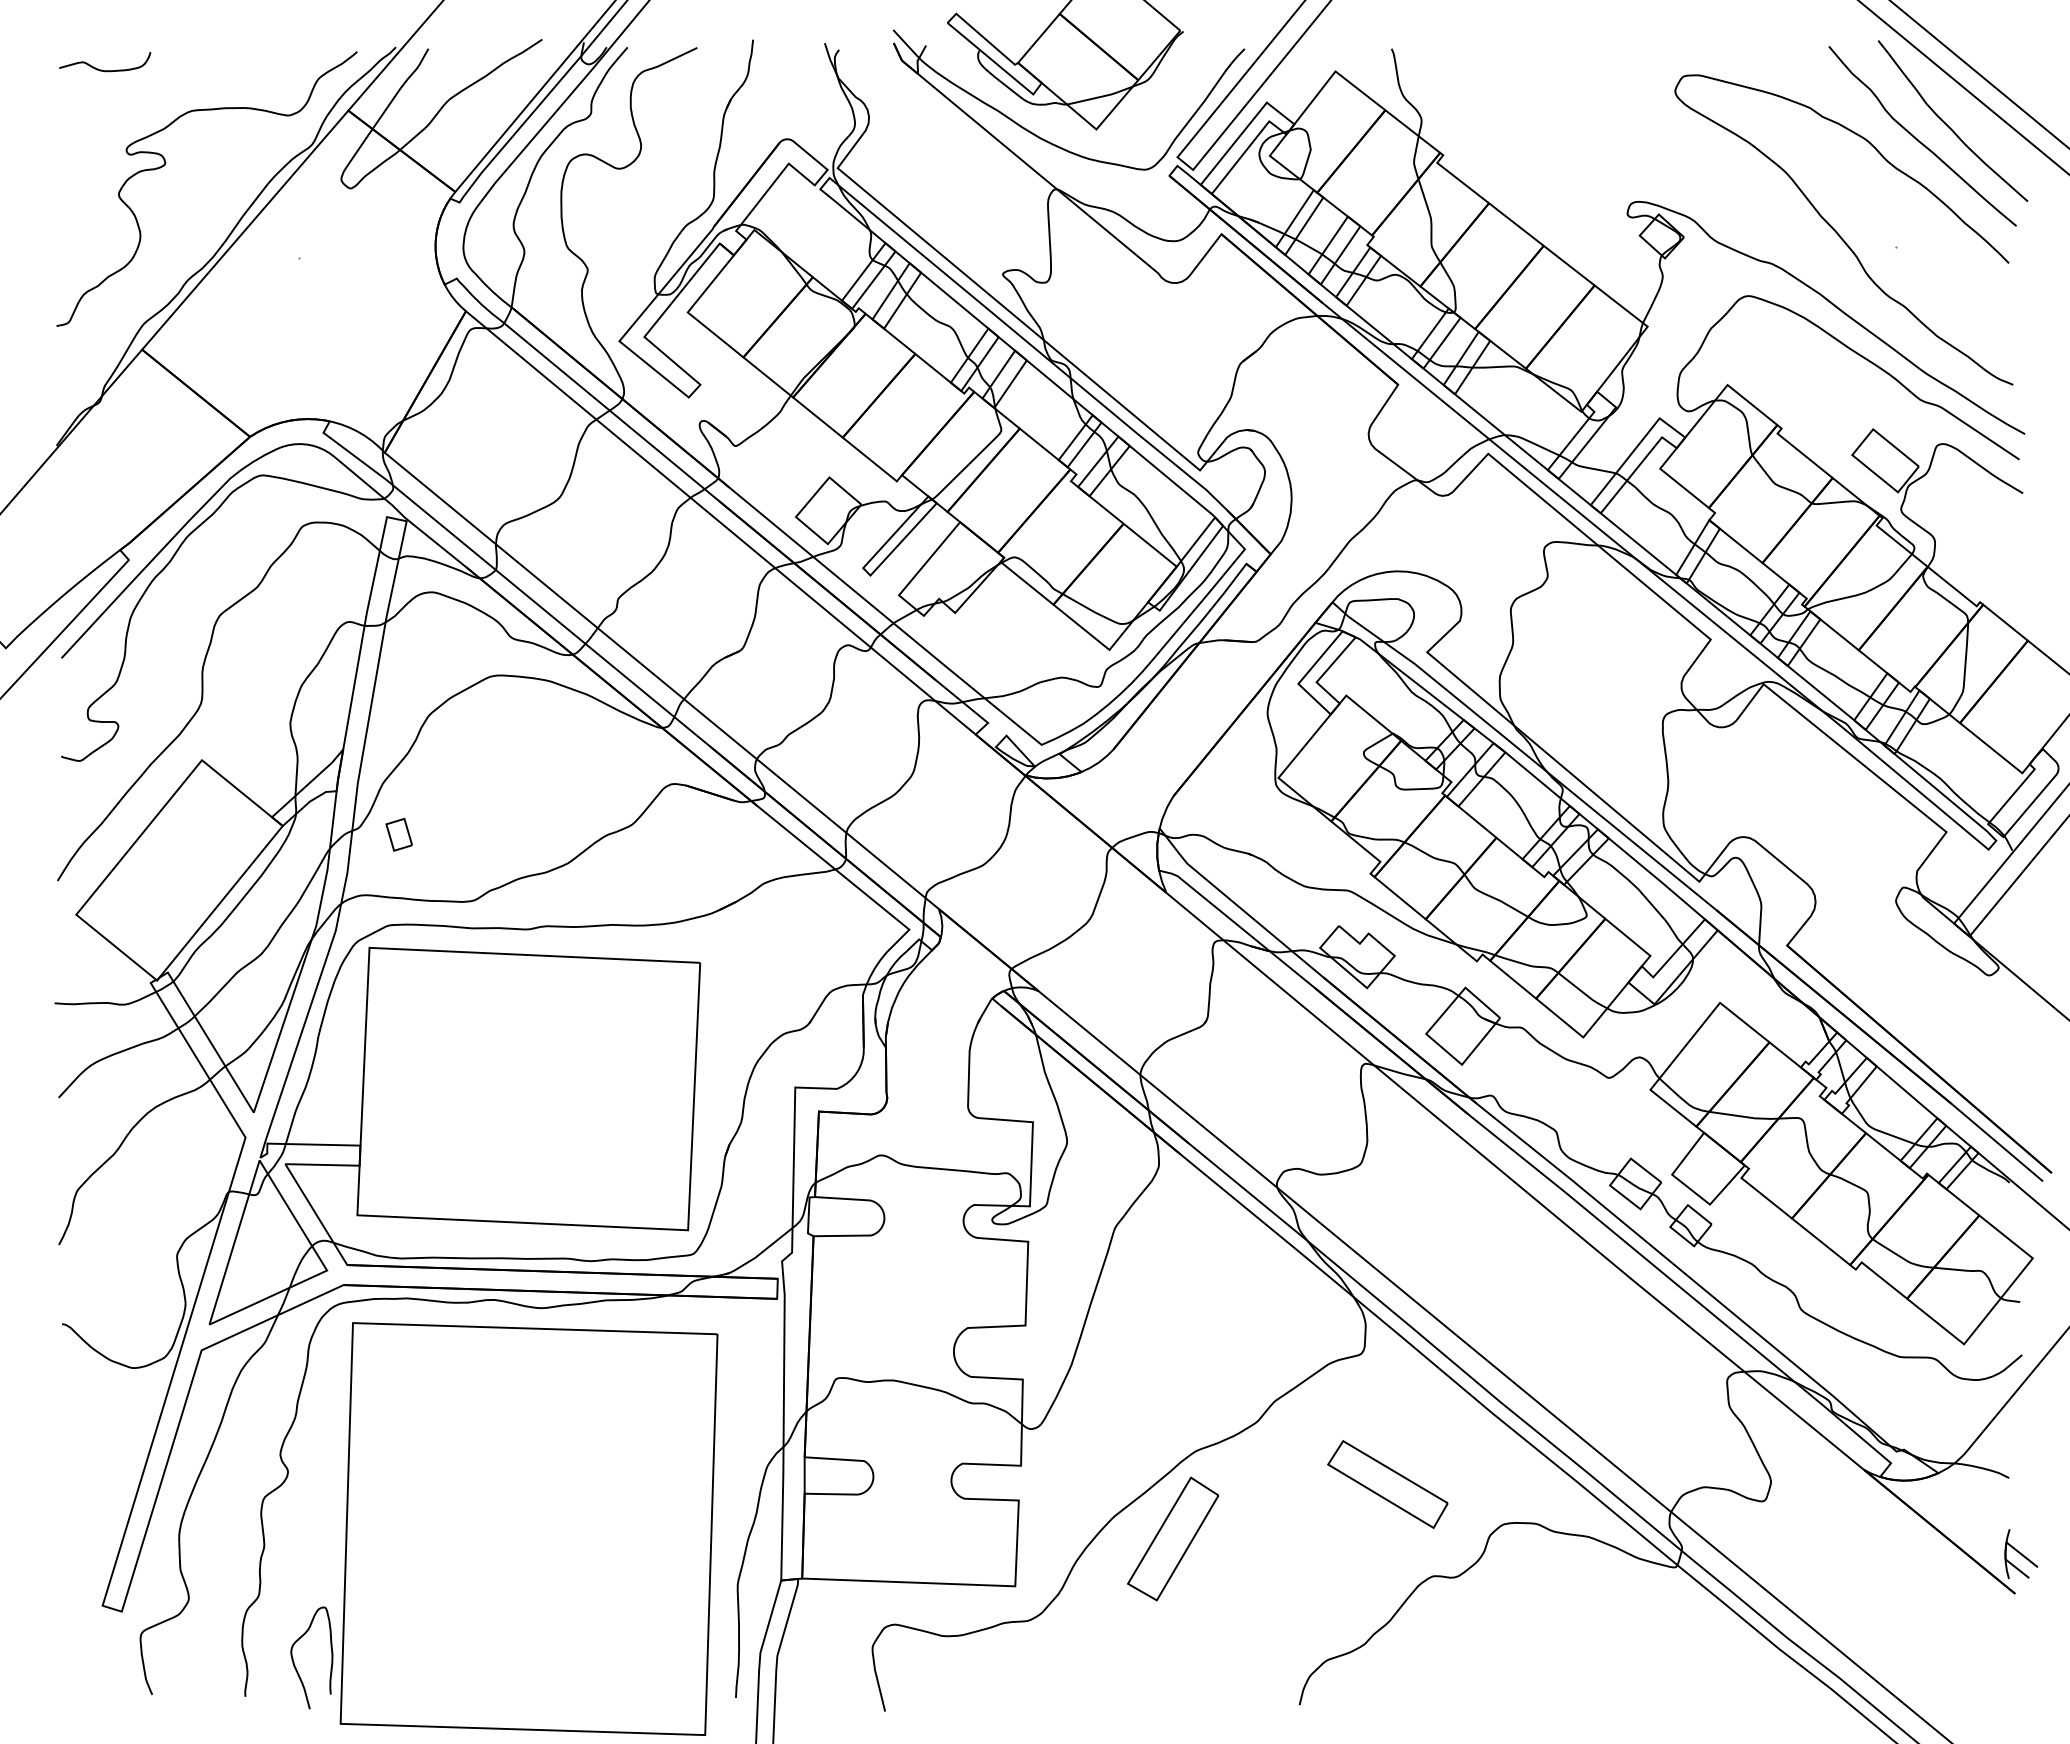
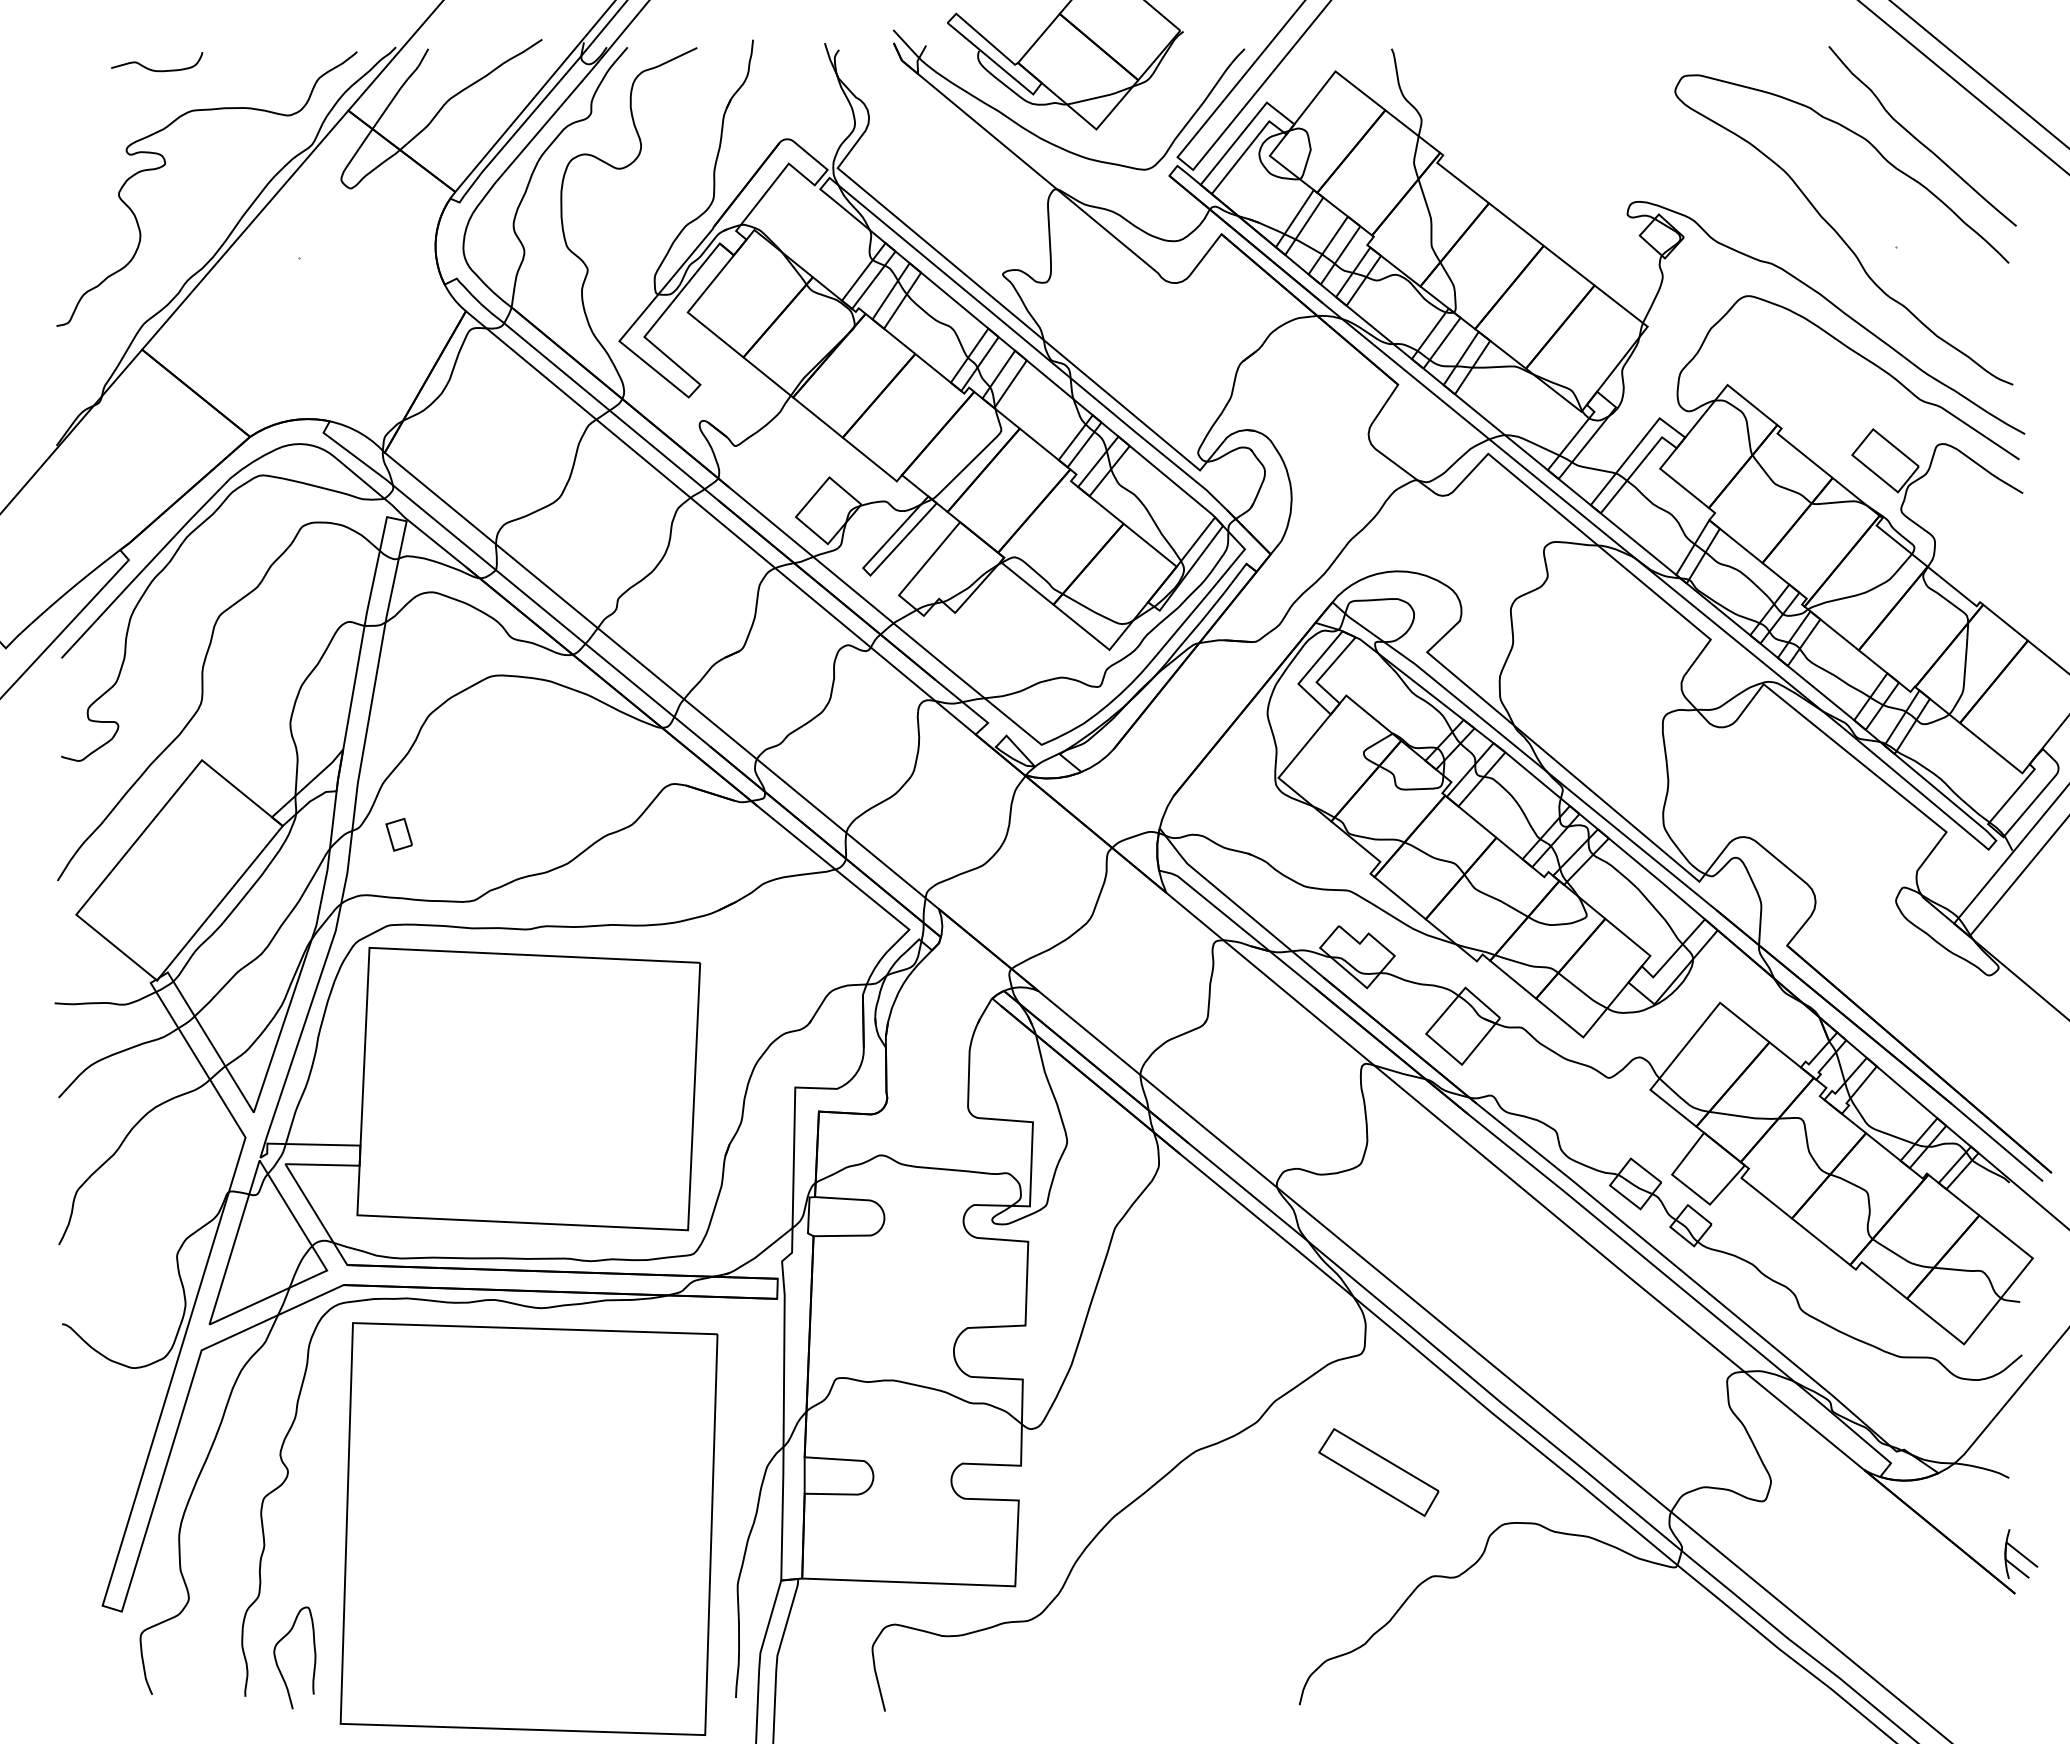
curve at (102, 69) position: (102, 69) -> (154, 69)
curve at (1947, 124): present -> none
part at (1387, 1484) position: (1387, 1484) -> (1378, 1472)
part at (1173, 1538): present -> none
curve at (294, 1662) position: (294, 1662) -> (277, 1662)
